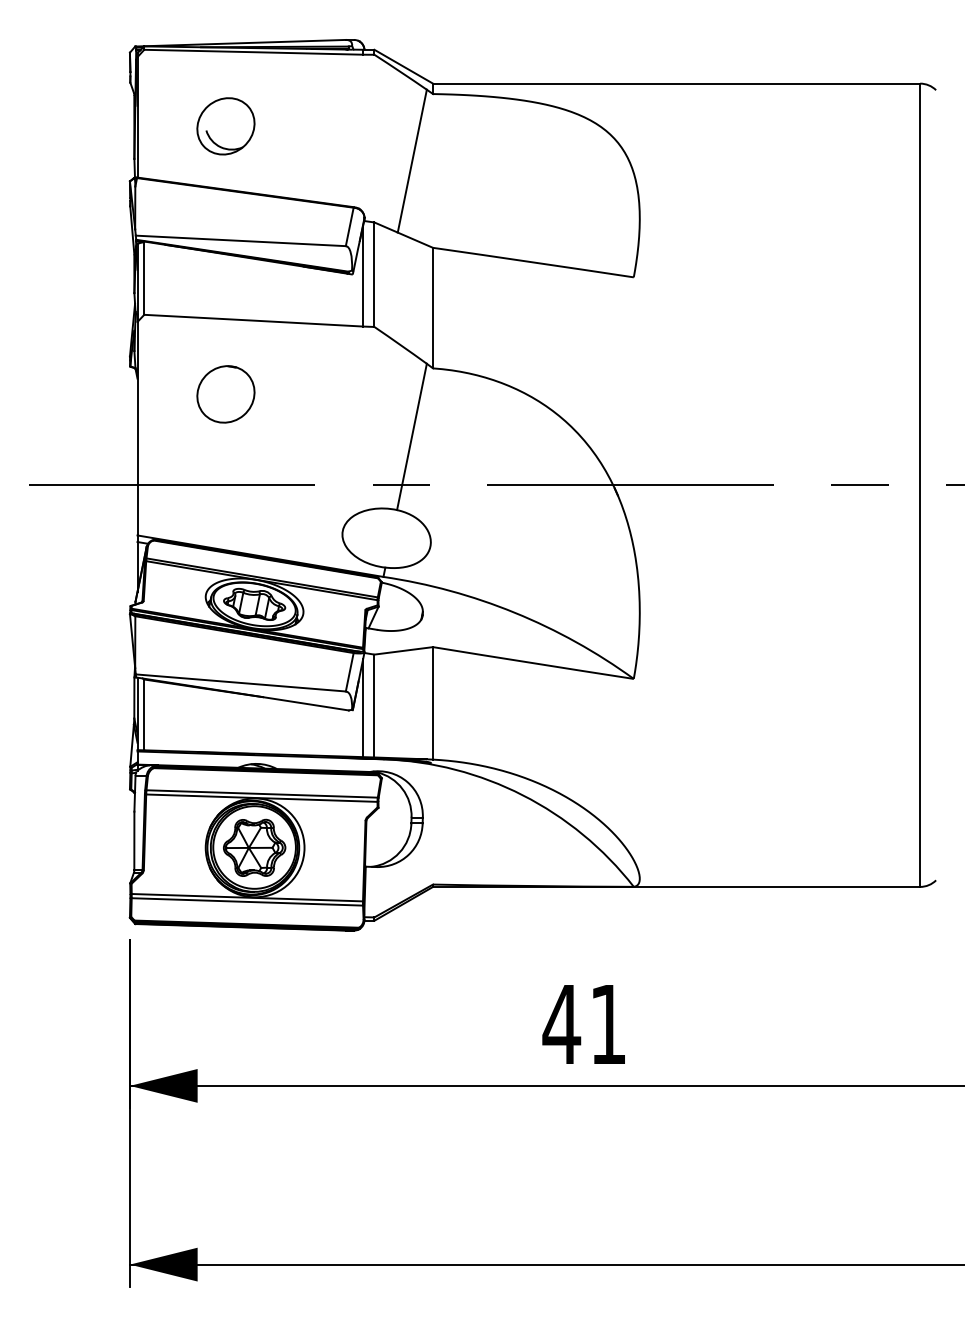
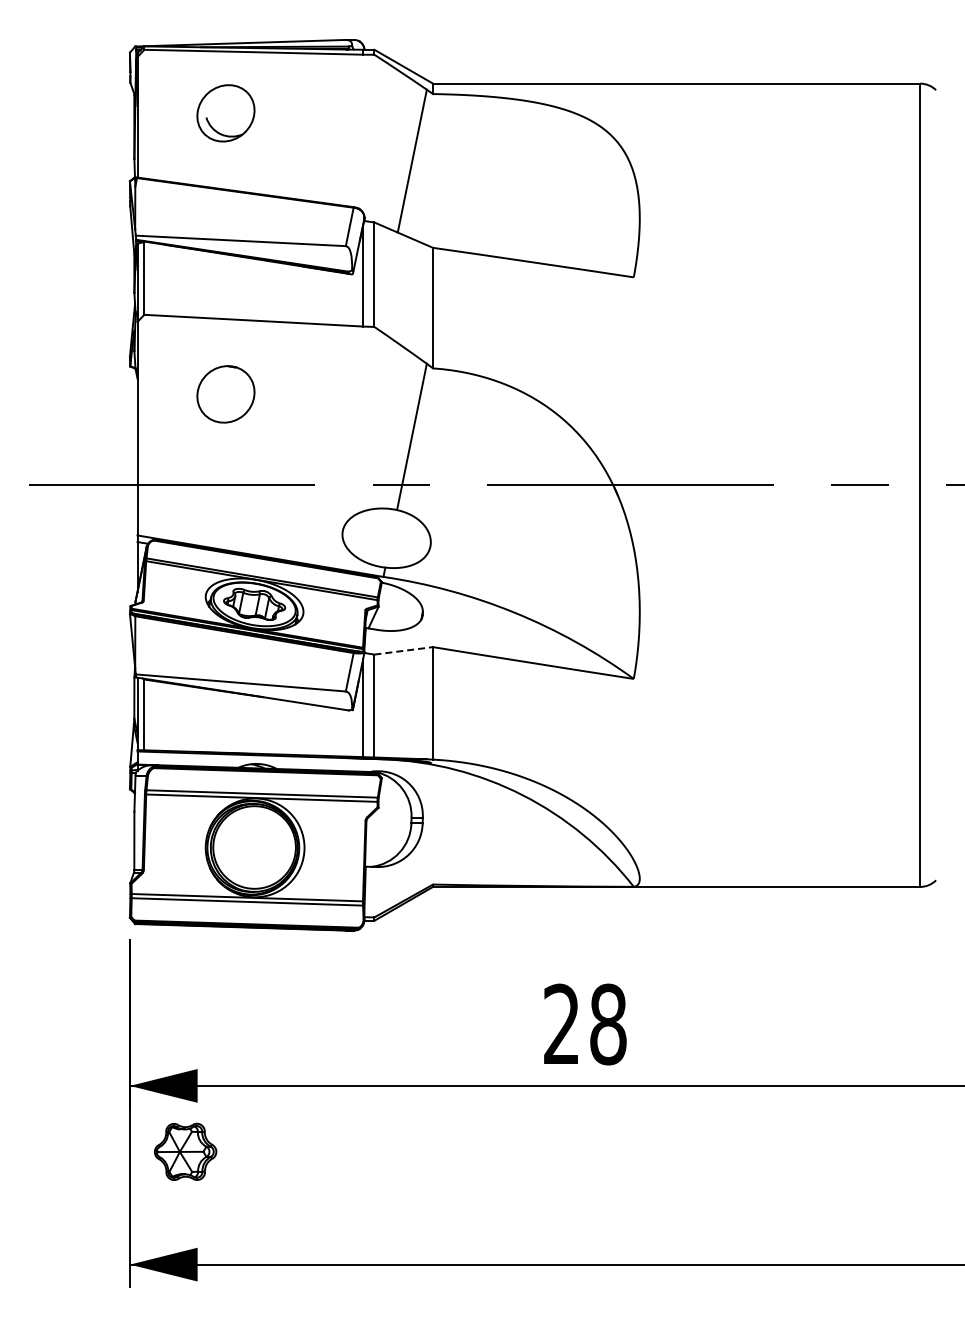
part at (225, 126) position: (225, 126) -> (225, 113)
line at (403, 650): solid -> dashed
part at (254, 847) position: (254, 847) -> (185, 1151)
text at (584, 1024): 41 -> 28
